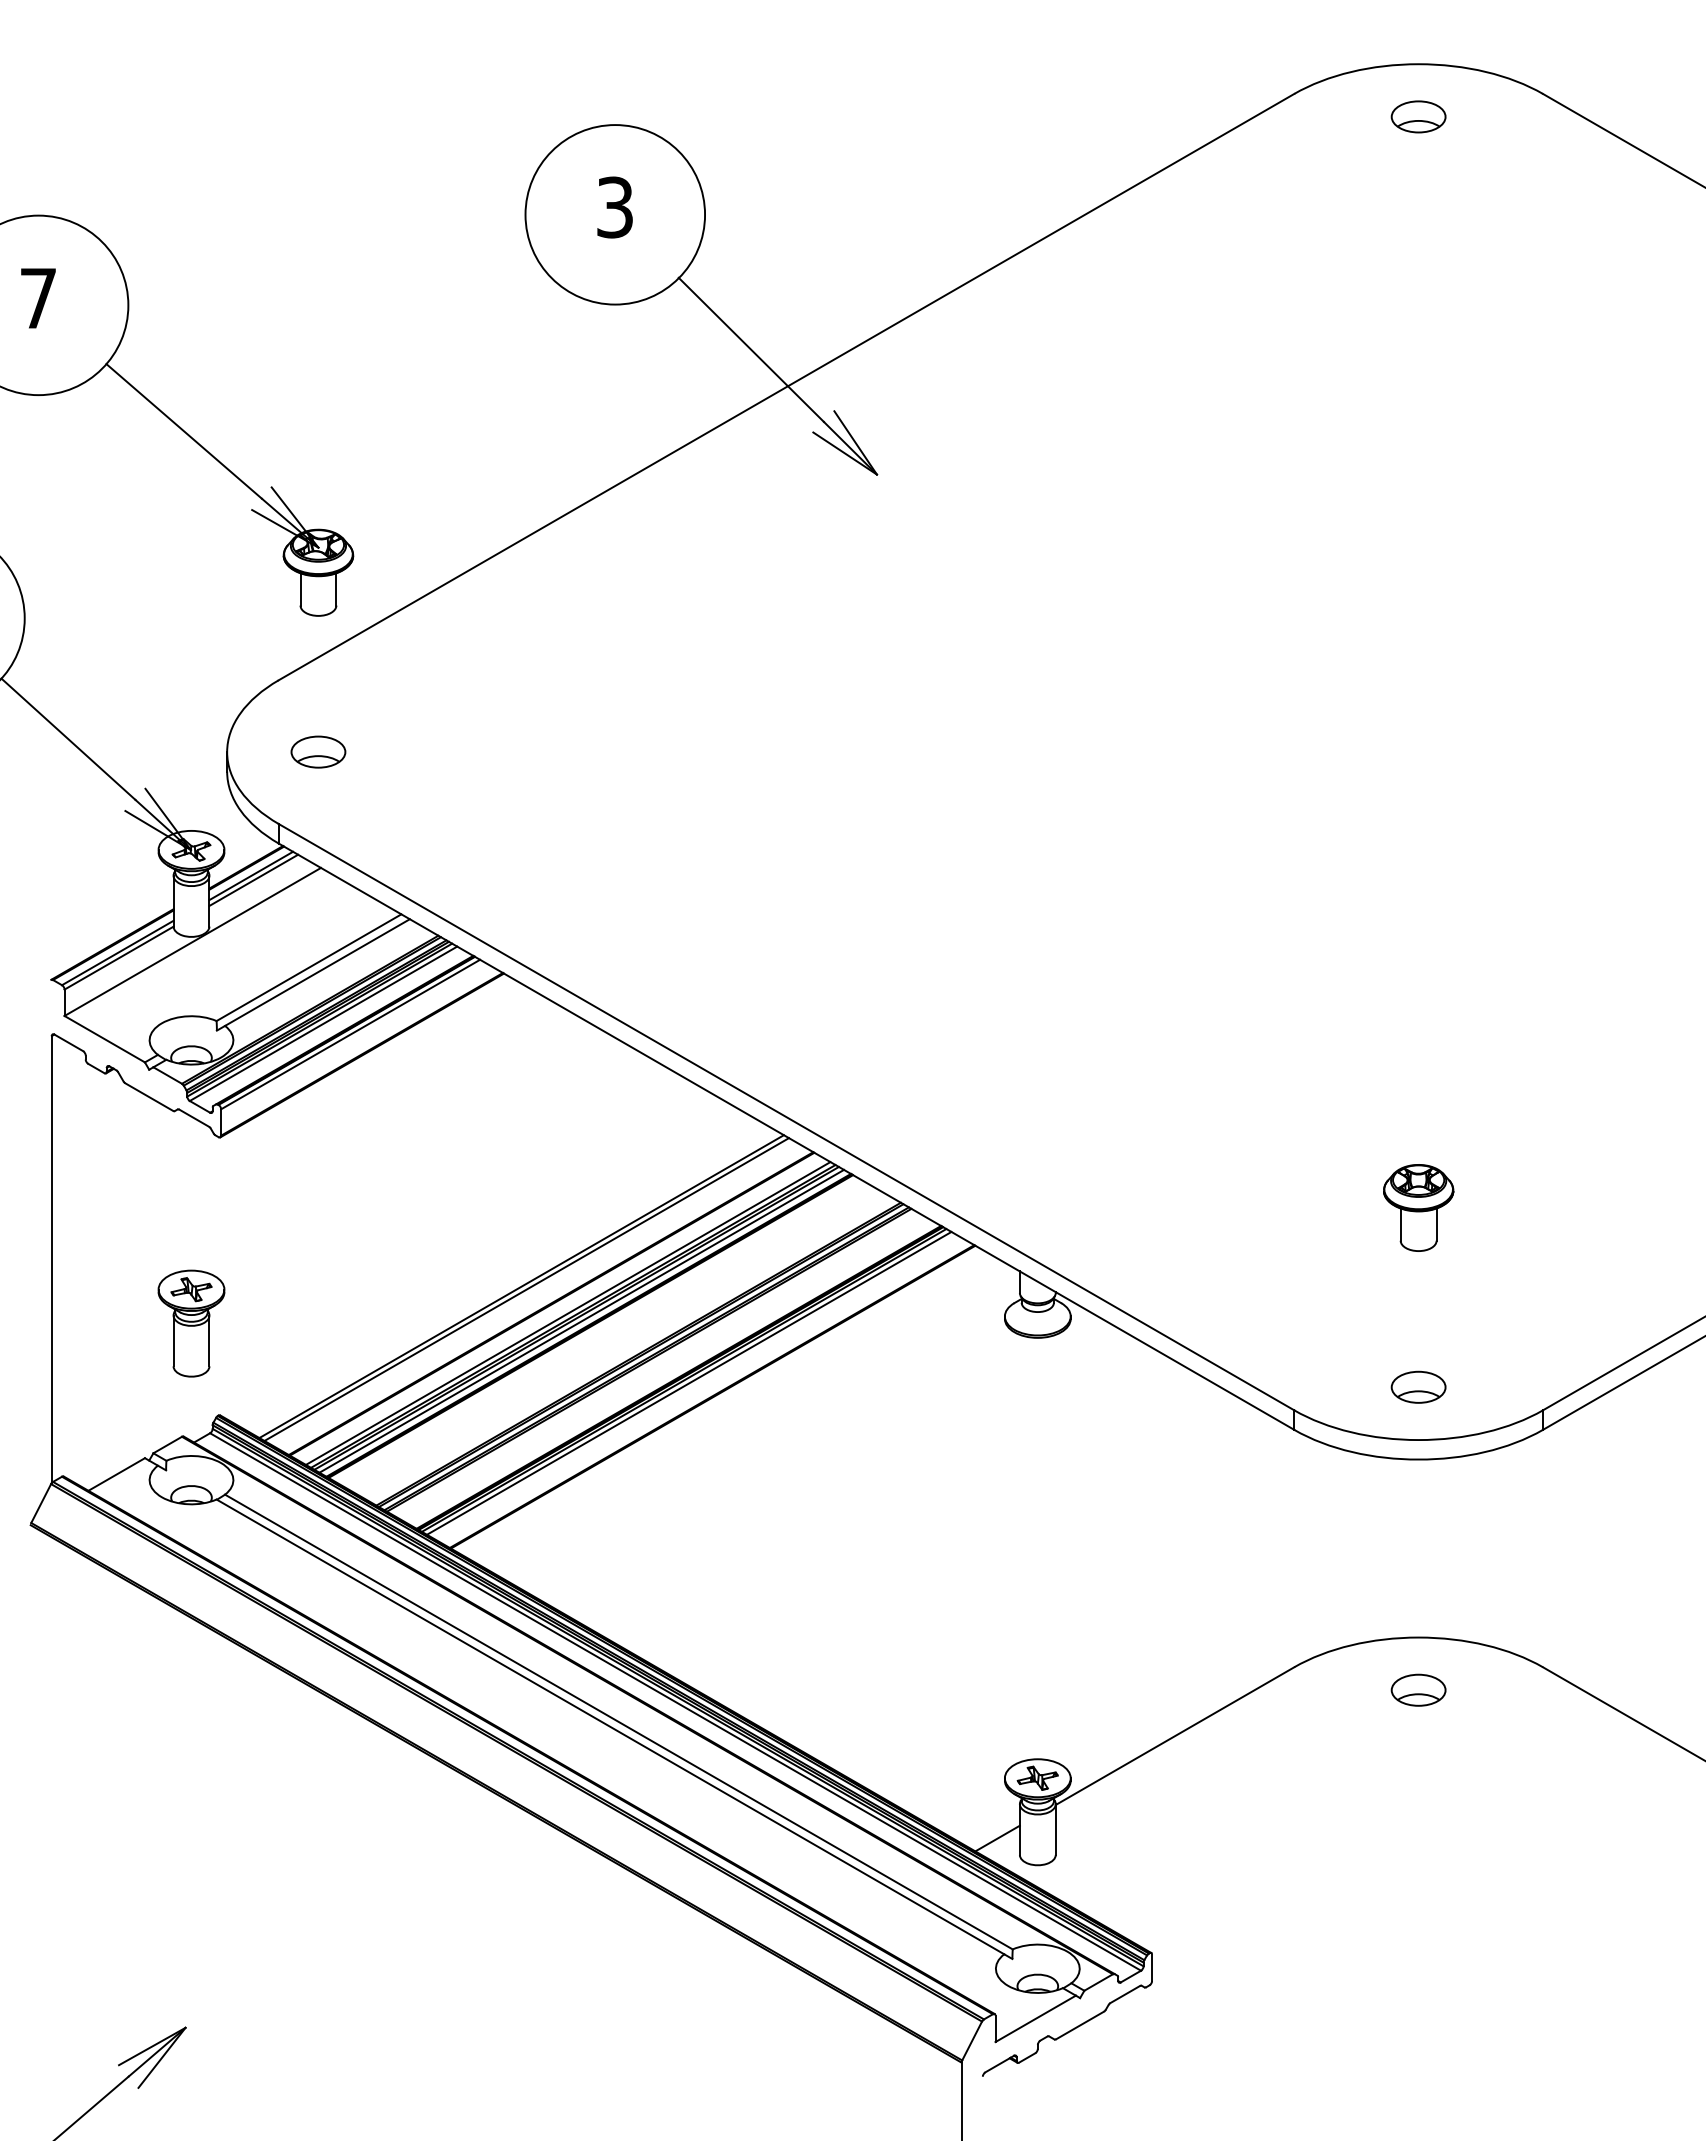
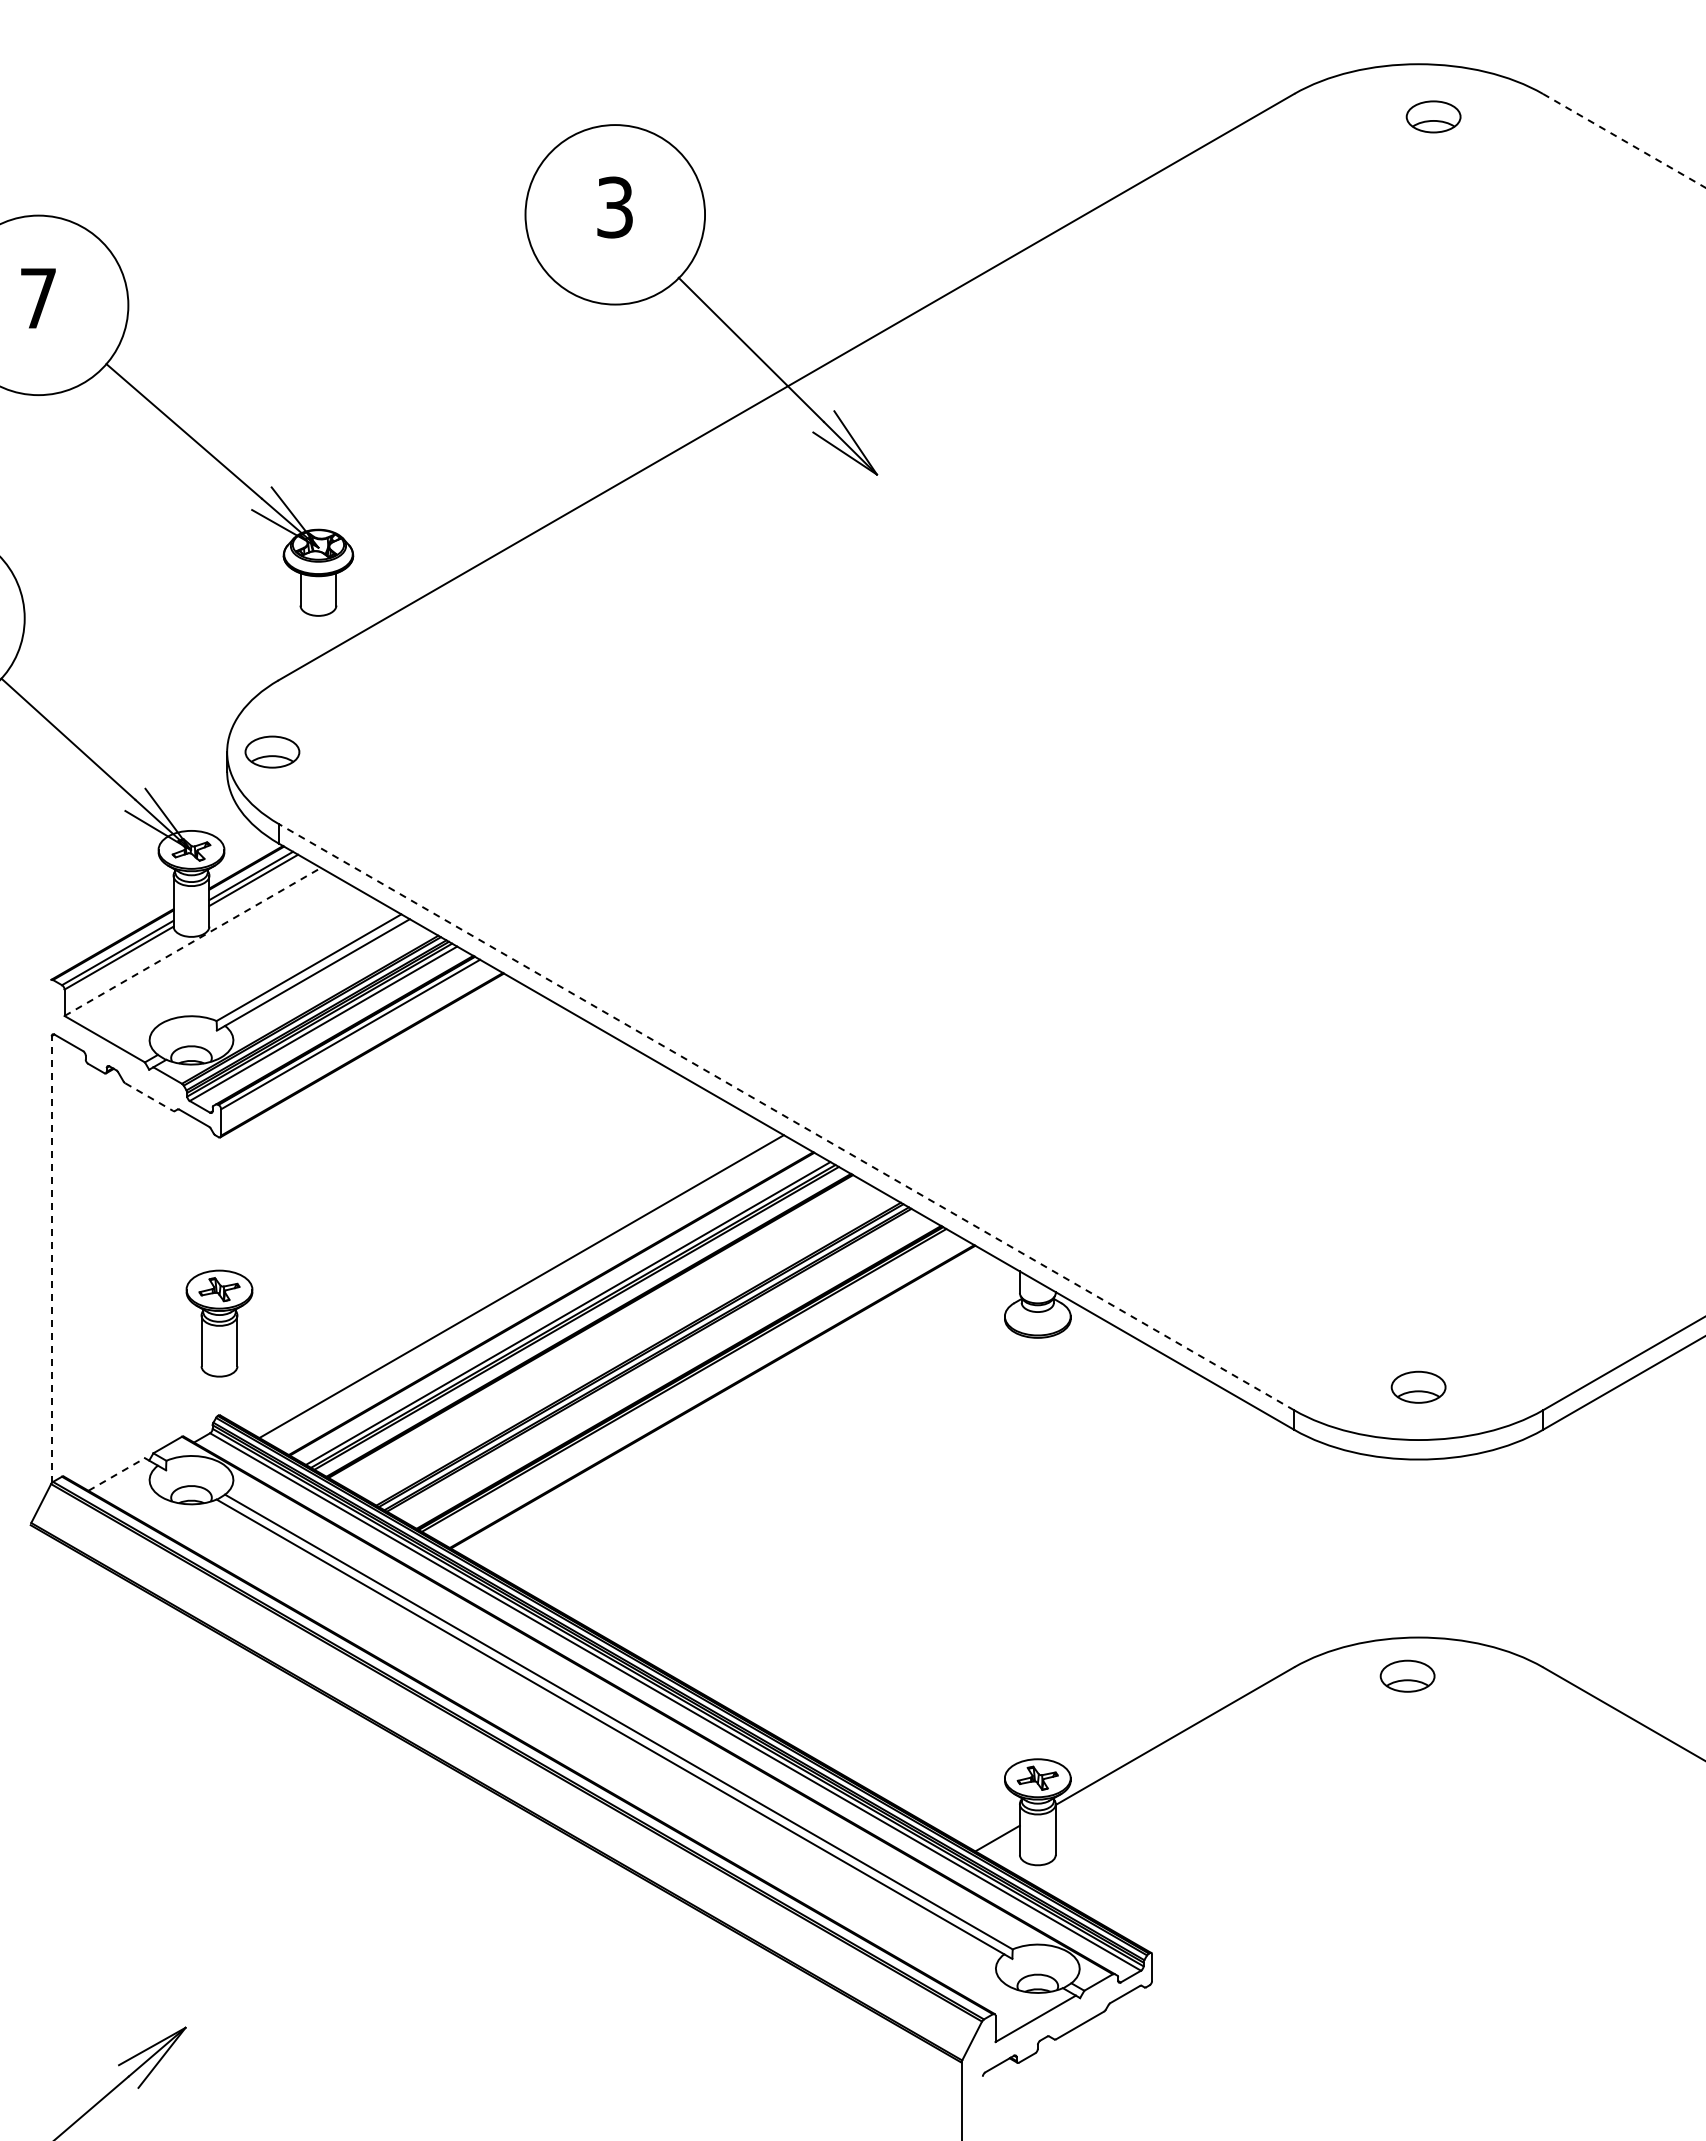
part at (1418, 116) position: (1418, 116) -> (1433, 116)
line at (1624, 140): solid -> dashed
part at (318, 751) position: (318, 751) -> (272, 751)
line at (193, 941): solid -> dashed
line at (149, 1097): solid -> dashed
line at (786, 1116): solid -> dashed
part at (1418, 1207): present -> none
line at (51, 1258): solid -> dashed
line at (526, 1289): present -> none
line at (581, 1320): present -> none
part at (191, 1323) position: (191, 1323) -> (219, 1323)
line at (688, 1382): present -> none
line at (116, 1474): solid -> dashed
part at (1418, 1689) position: (1418, 1689) -> (1407, 1675)
